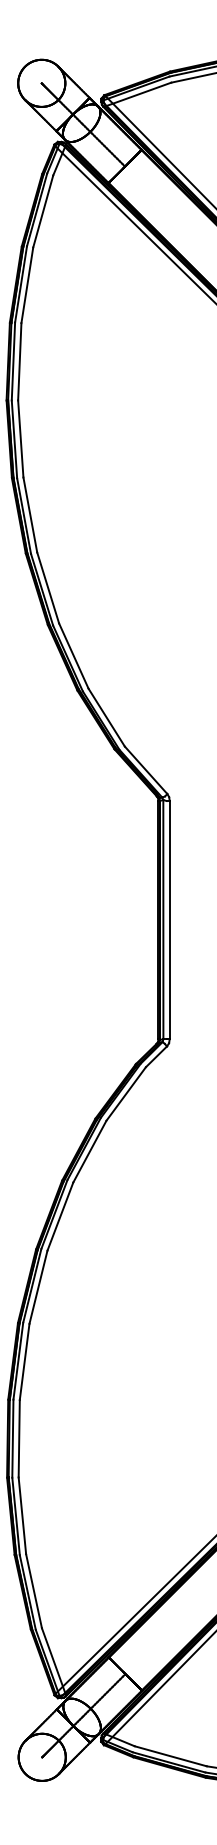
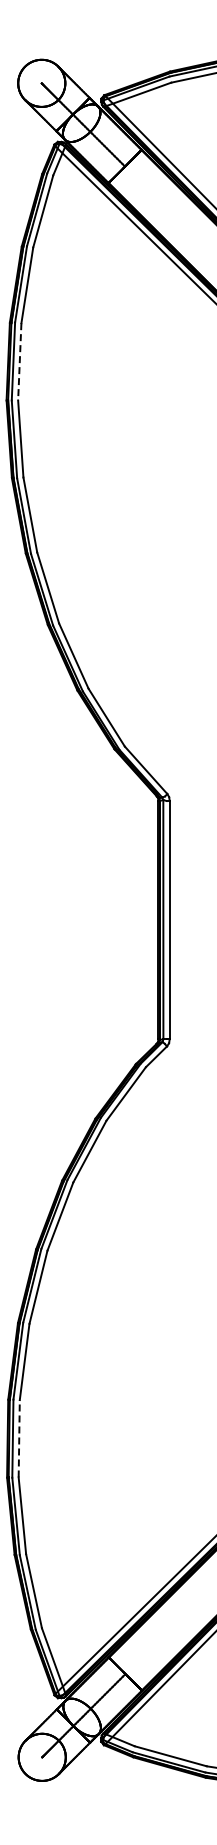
line at (19, 361): solid -> dashed
line at (19, 1438): solid -> dashed
